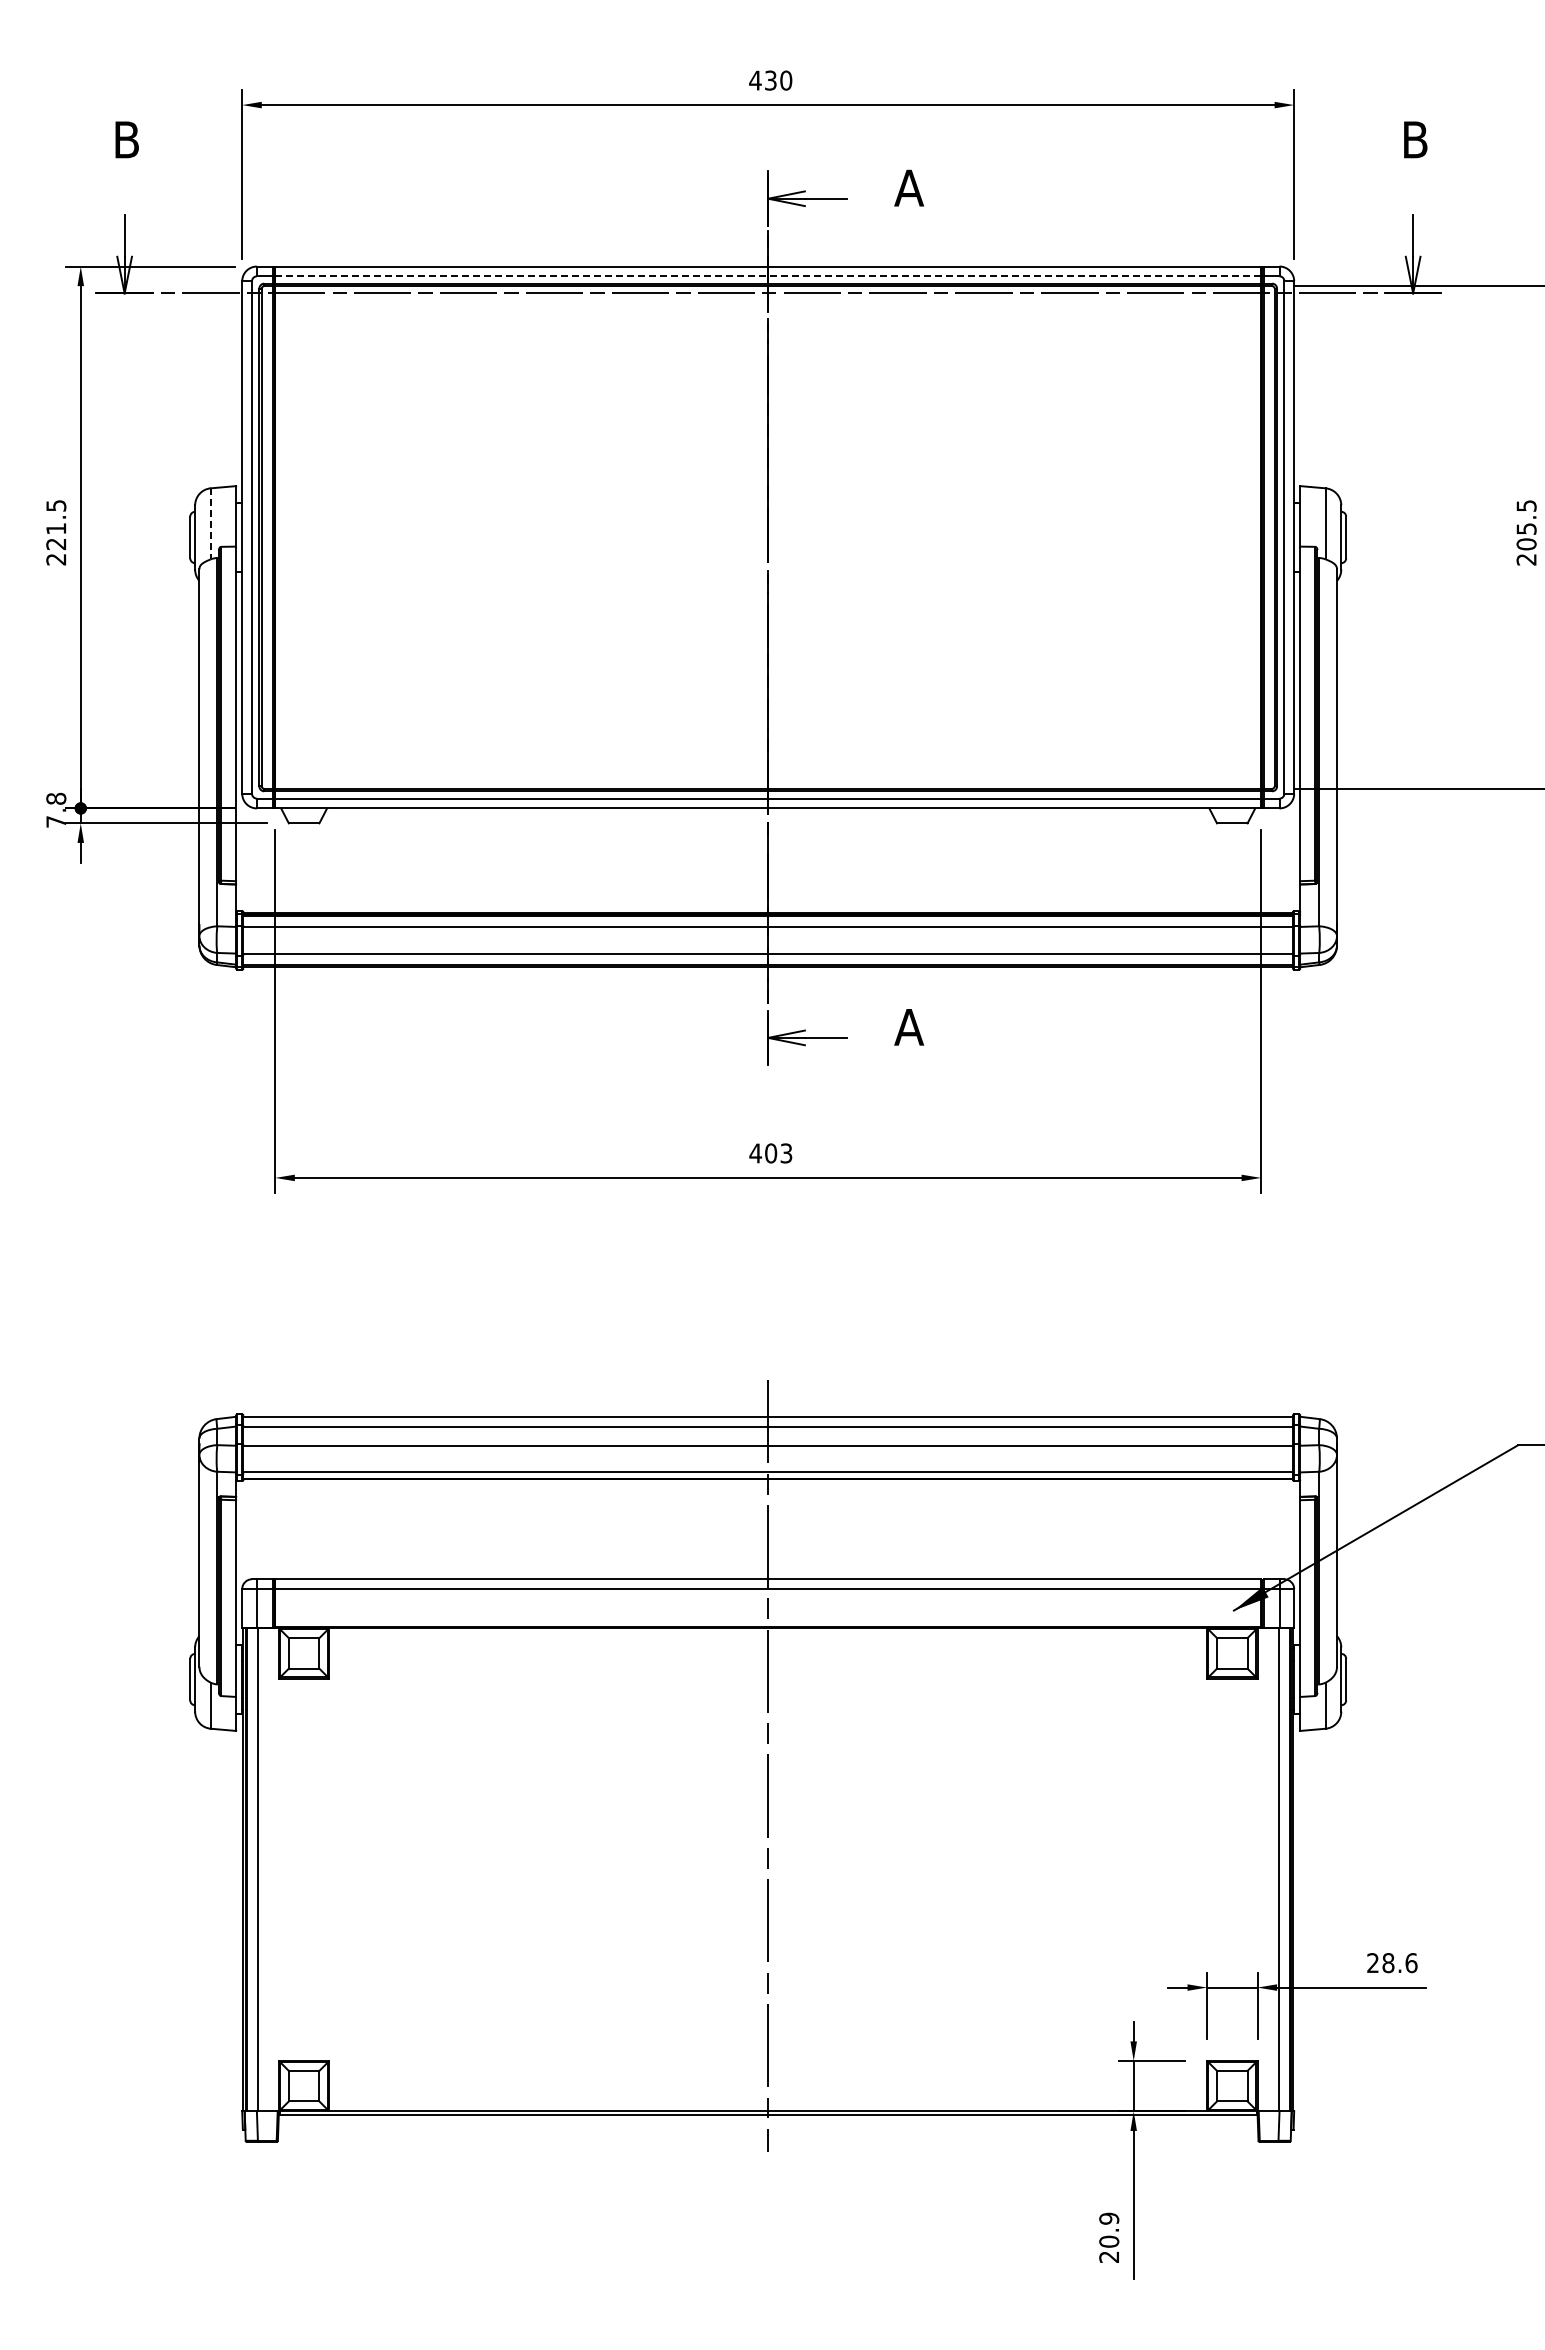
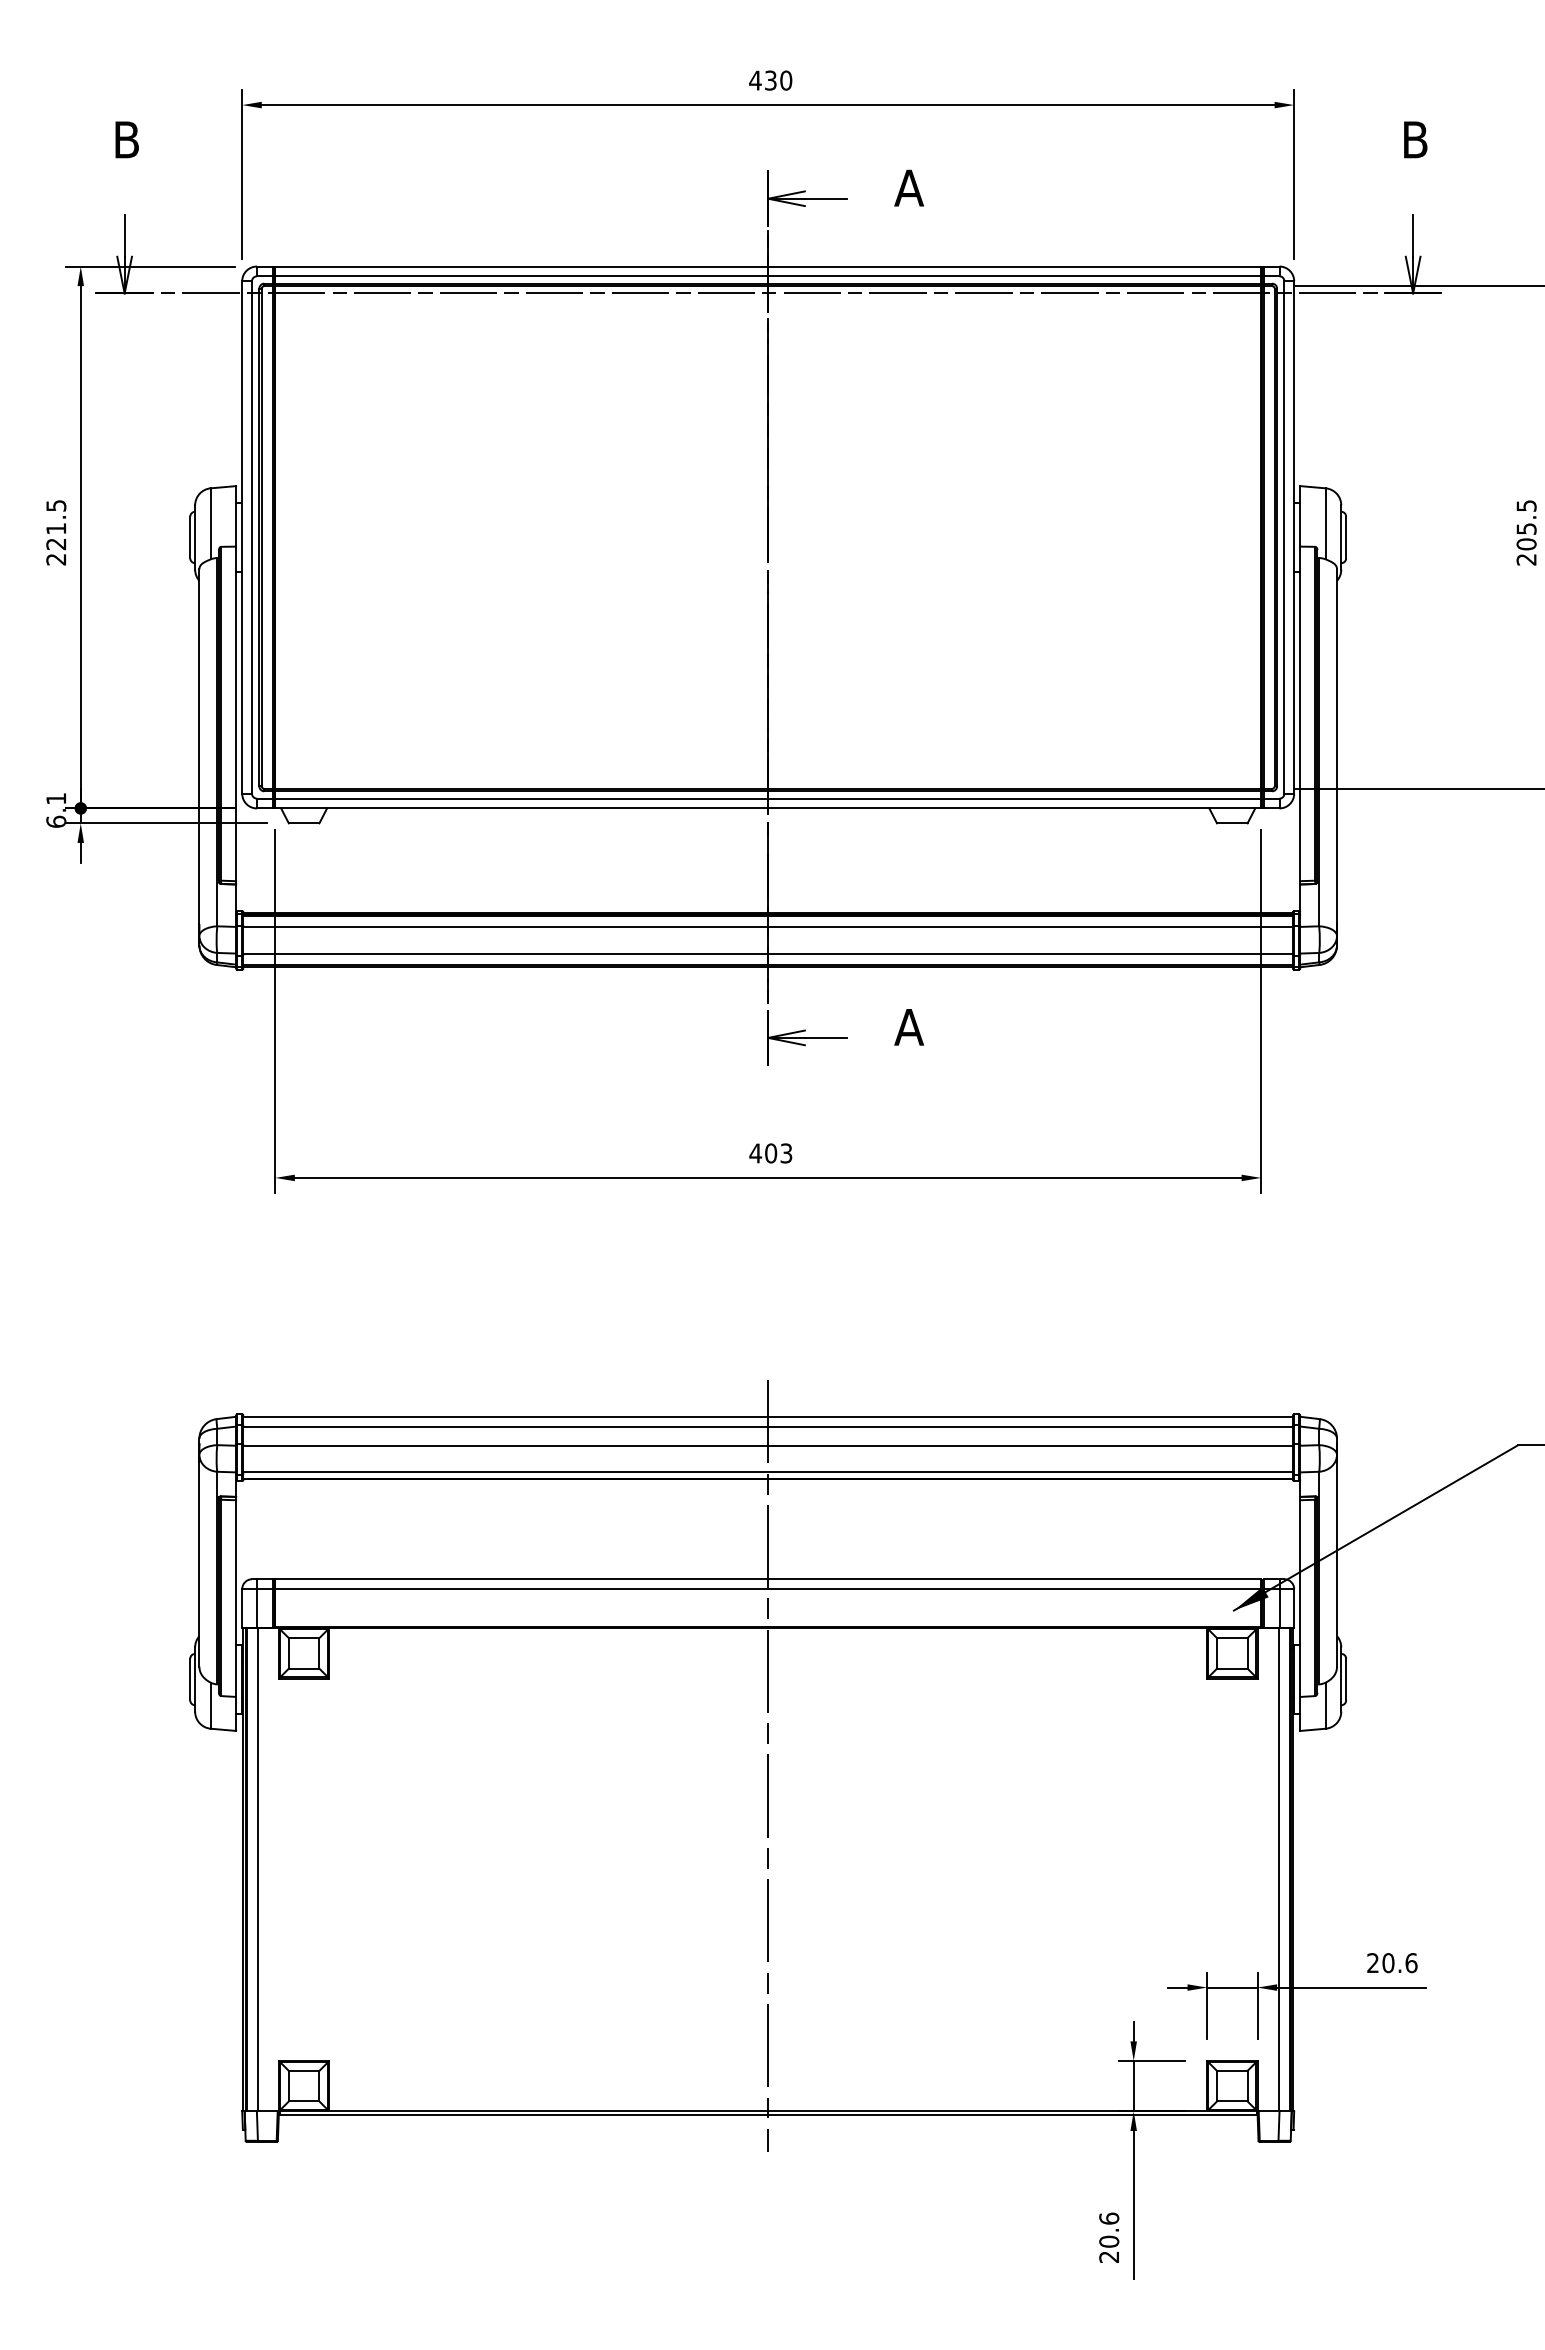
line at (768, 276): dashed -> solid
line at (210, 523): dashed -> solid
text at (56, 809): 7.8 -> 6.1
text at (1388, 1962): 28.6 -> 20.6
text at (1109, 2218): 20.9 -> 20.6
